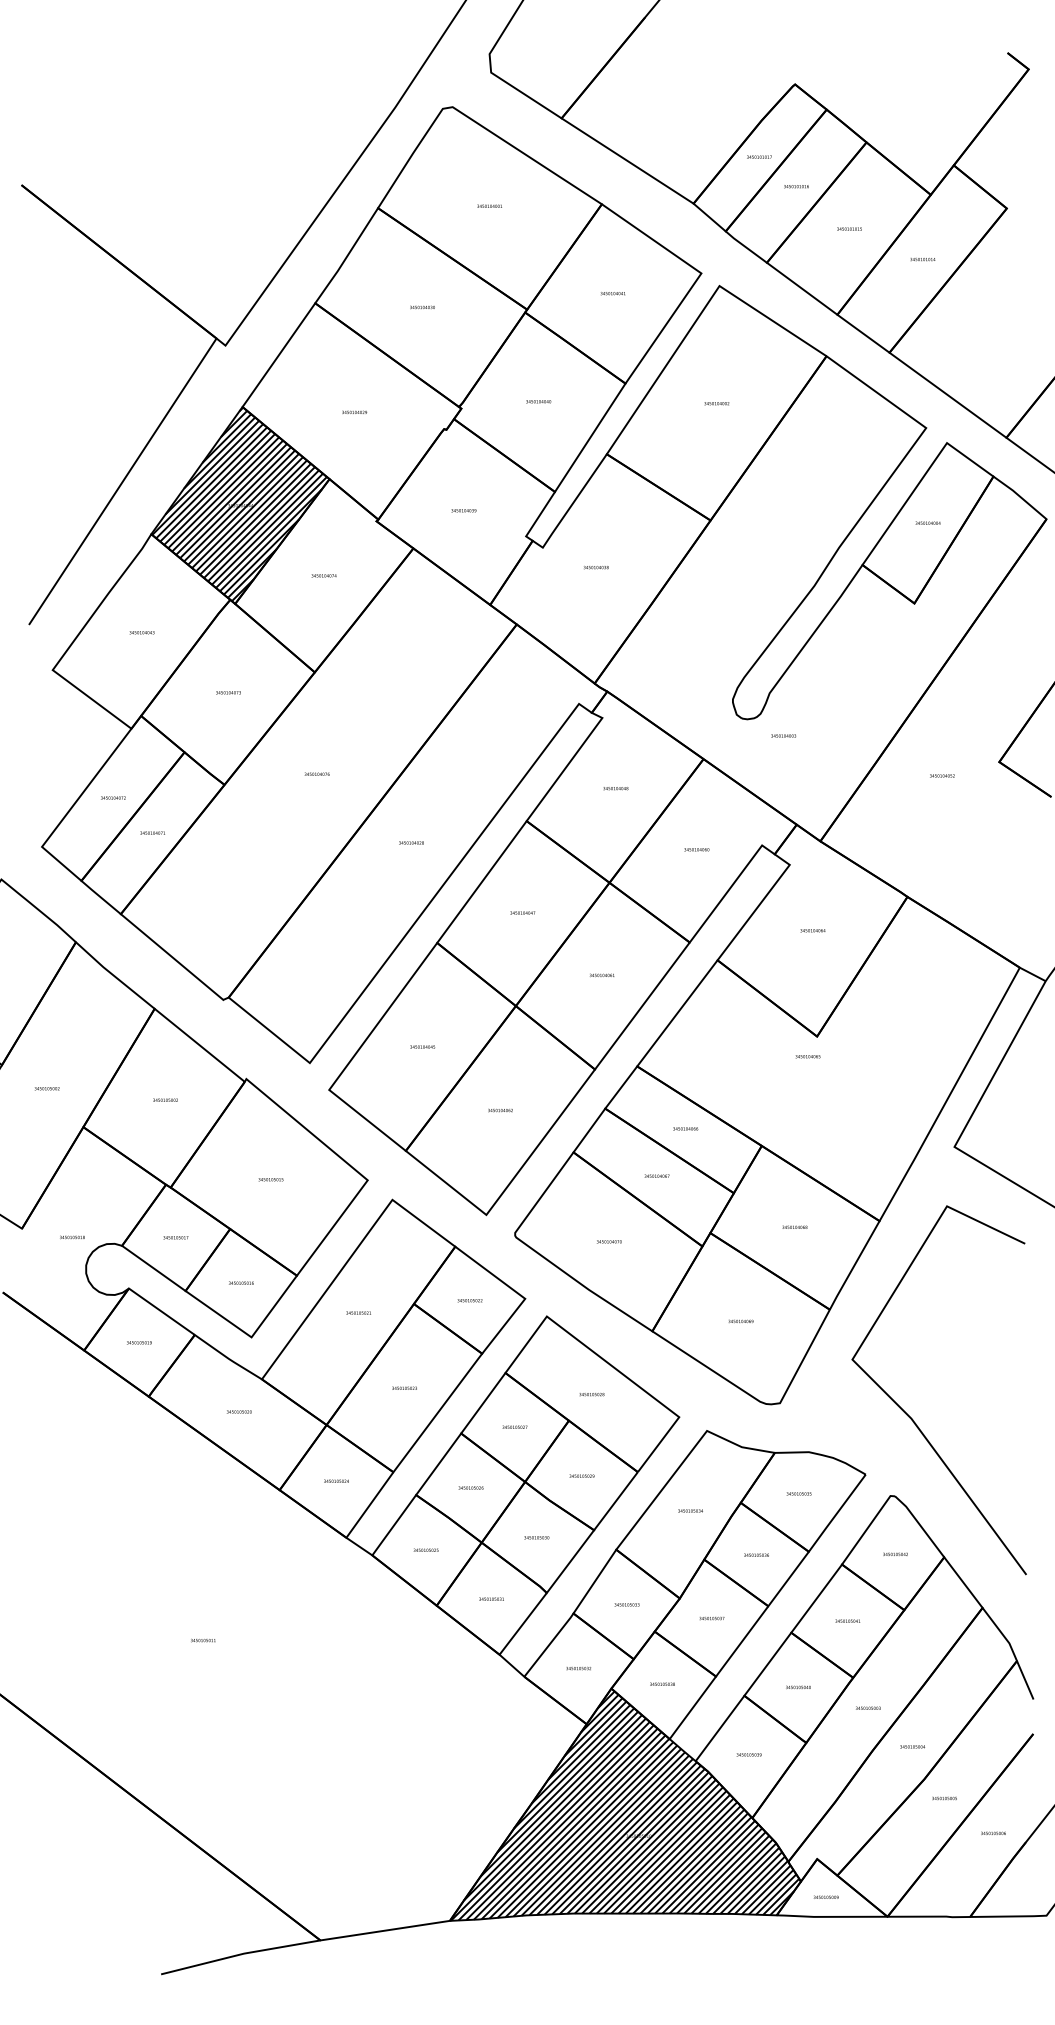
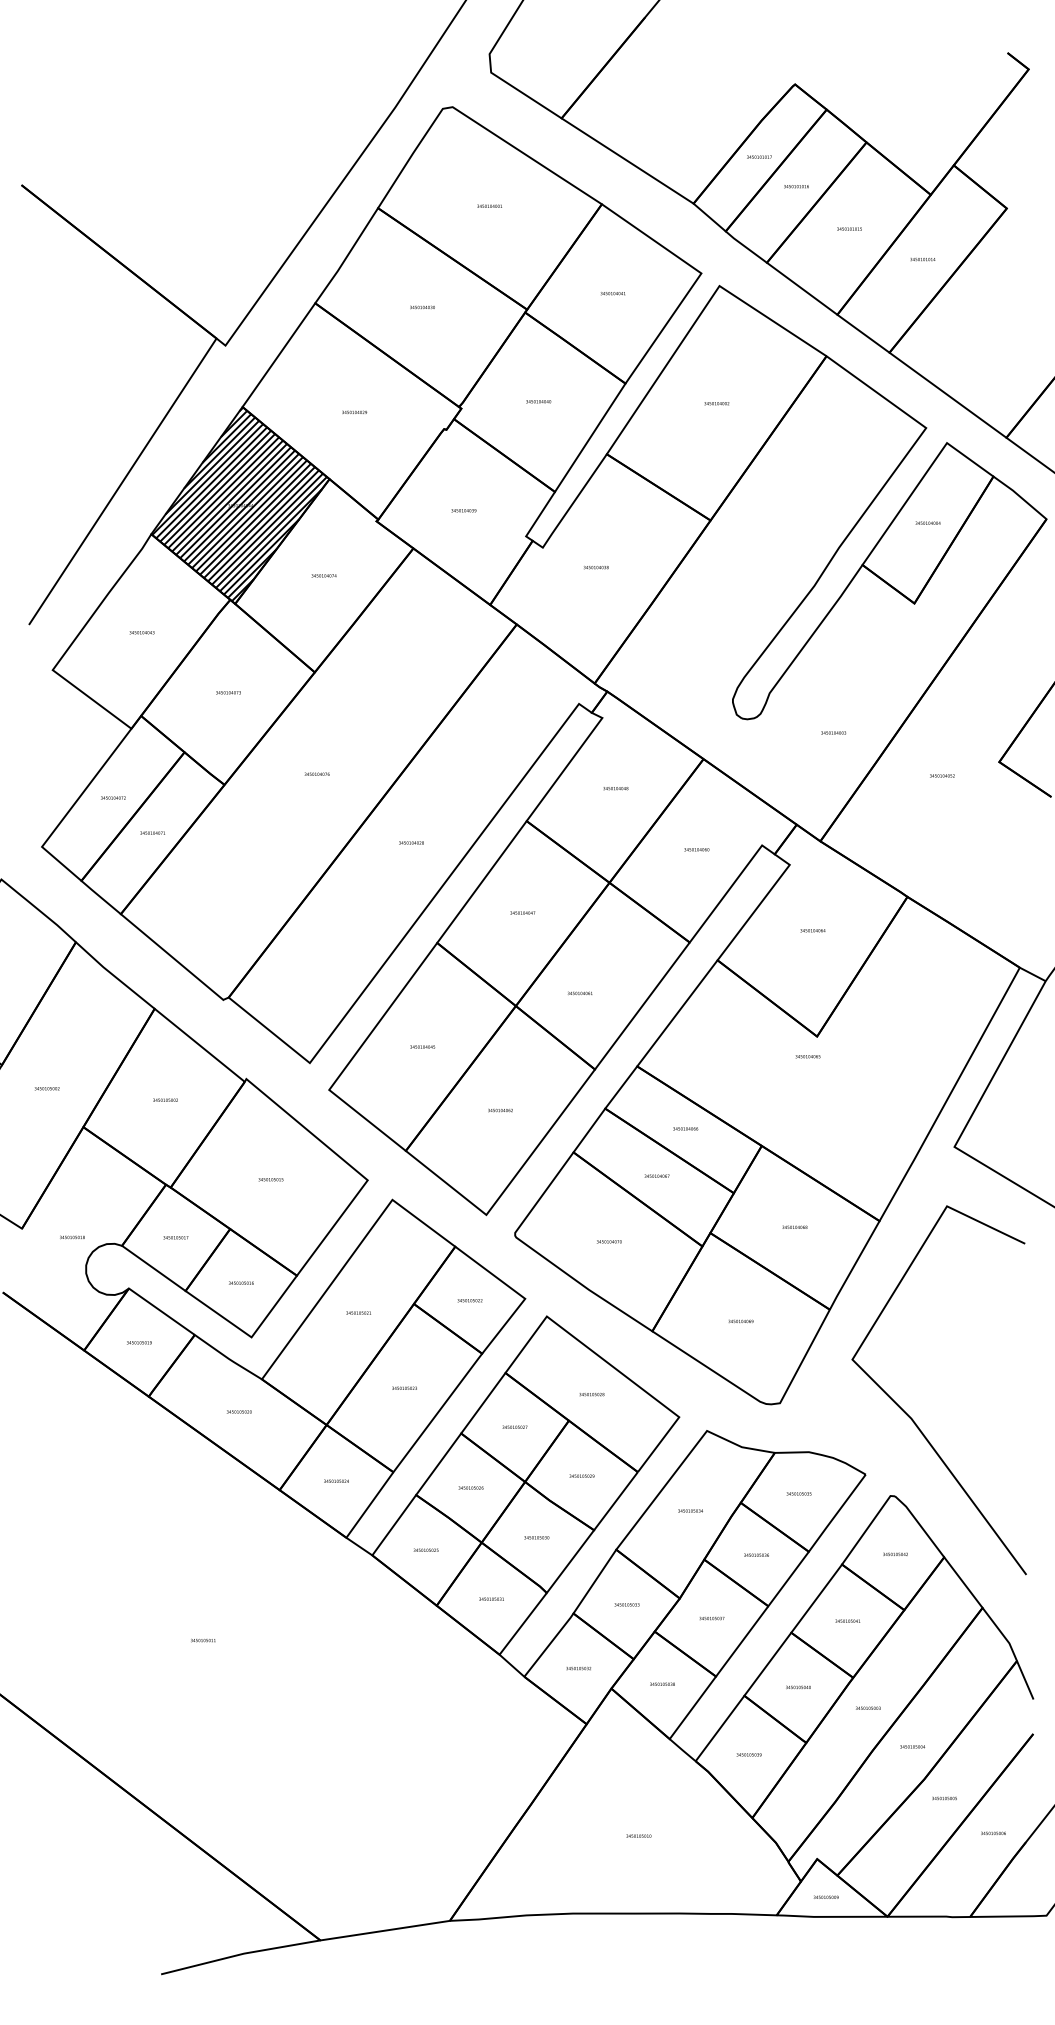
text at (783, 735) position: (783, 735) -> (833, 732)
text at (601, 975) position: (601, 975) -> (579, 993)
hatch at (624, 1805): present -> none
